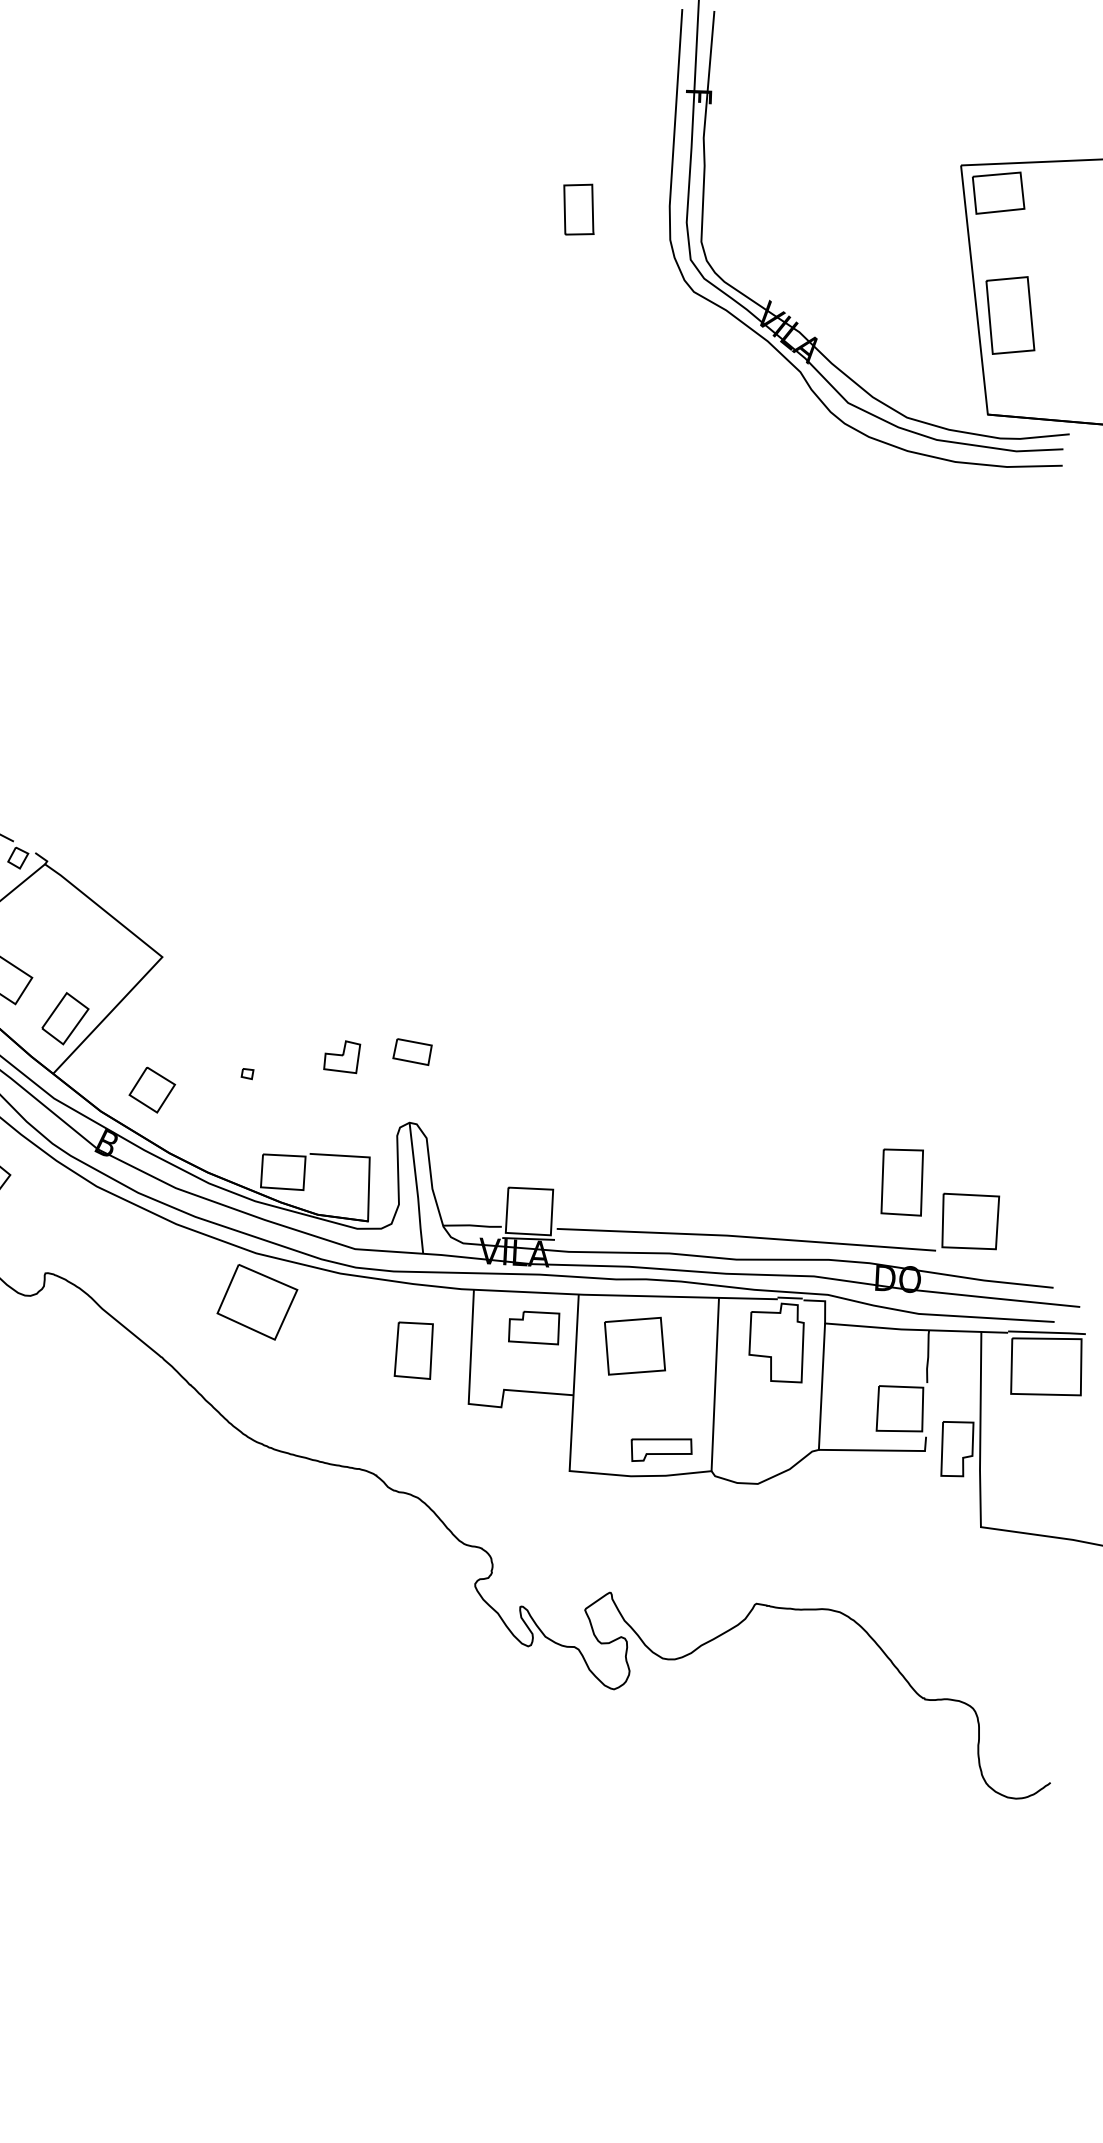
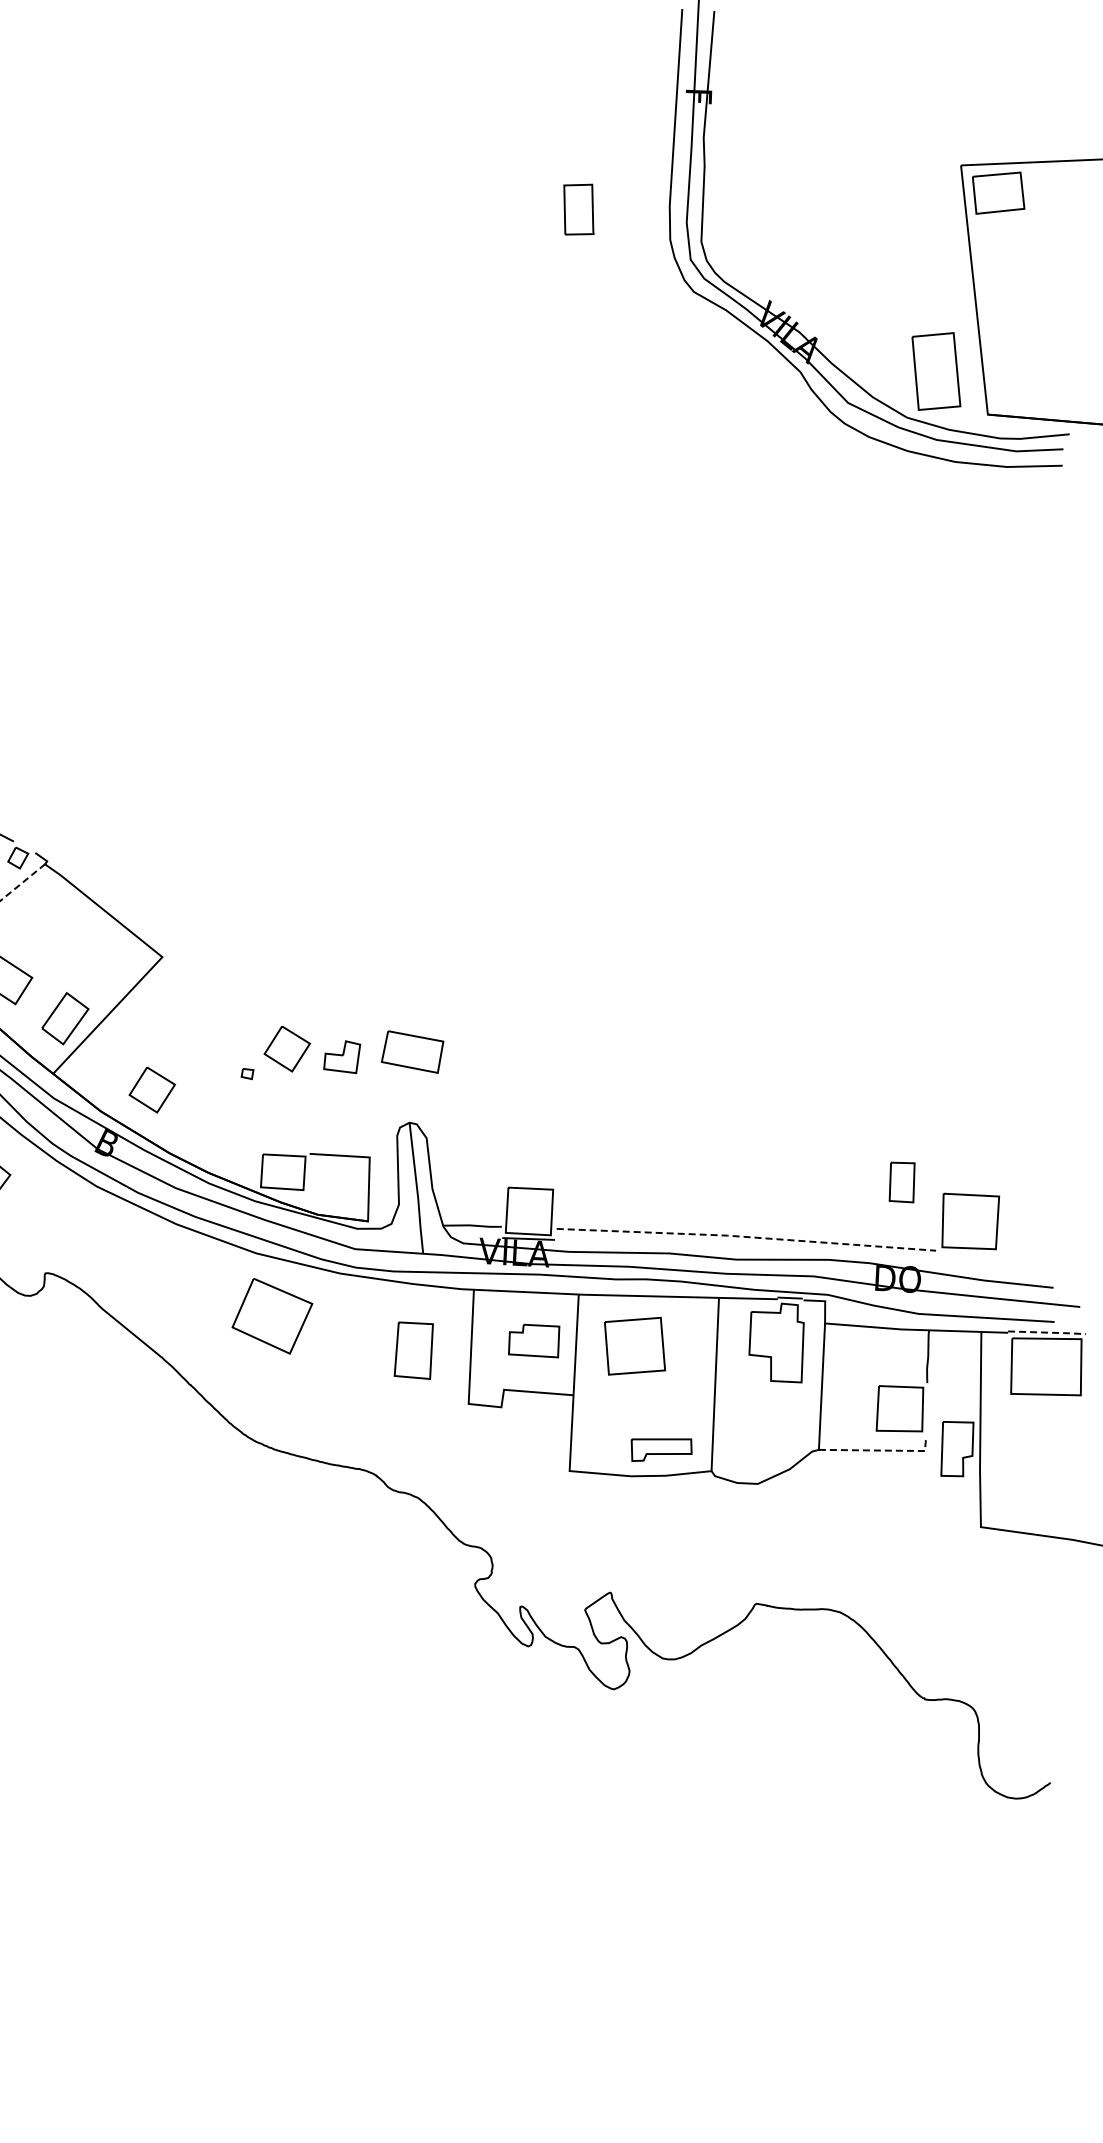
part at (1010, 315) position: (1010, 315) -> (936, 371)
line at (22, 882): solid -> dashed
part at (287, 1048): none -> present
part at (412, 1051) size: 41x28 px -> 65x44 px
part at (901, 1182) size: 44x69 px -> 28x43 px
line at (746, 1237): solid -> dashed
part at (257, 1302) position: (257, 1302) -> (272, 1316)
part at (534, 1327) position: (534, 1327) -> (534, 1340)
line at (1047, 1332): solid -> dashed
line at (880, 1450): solid -> dashed
